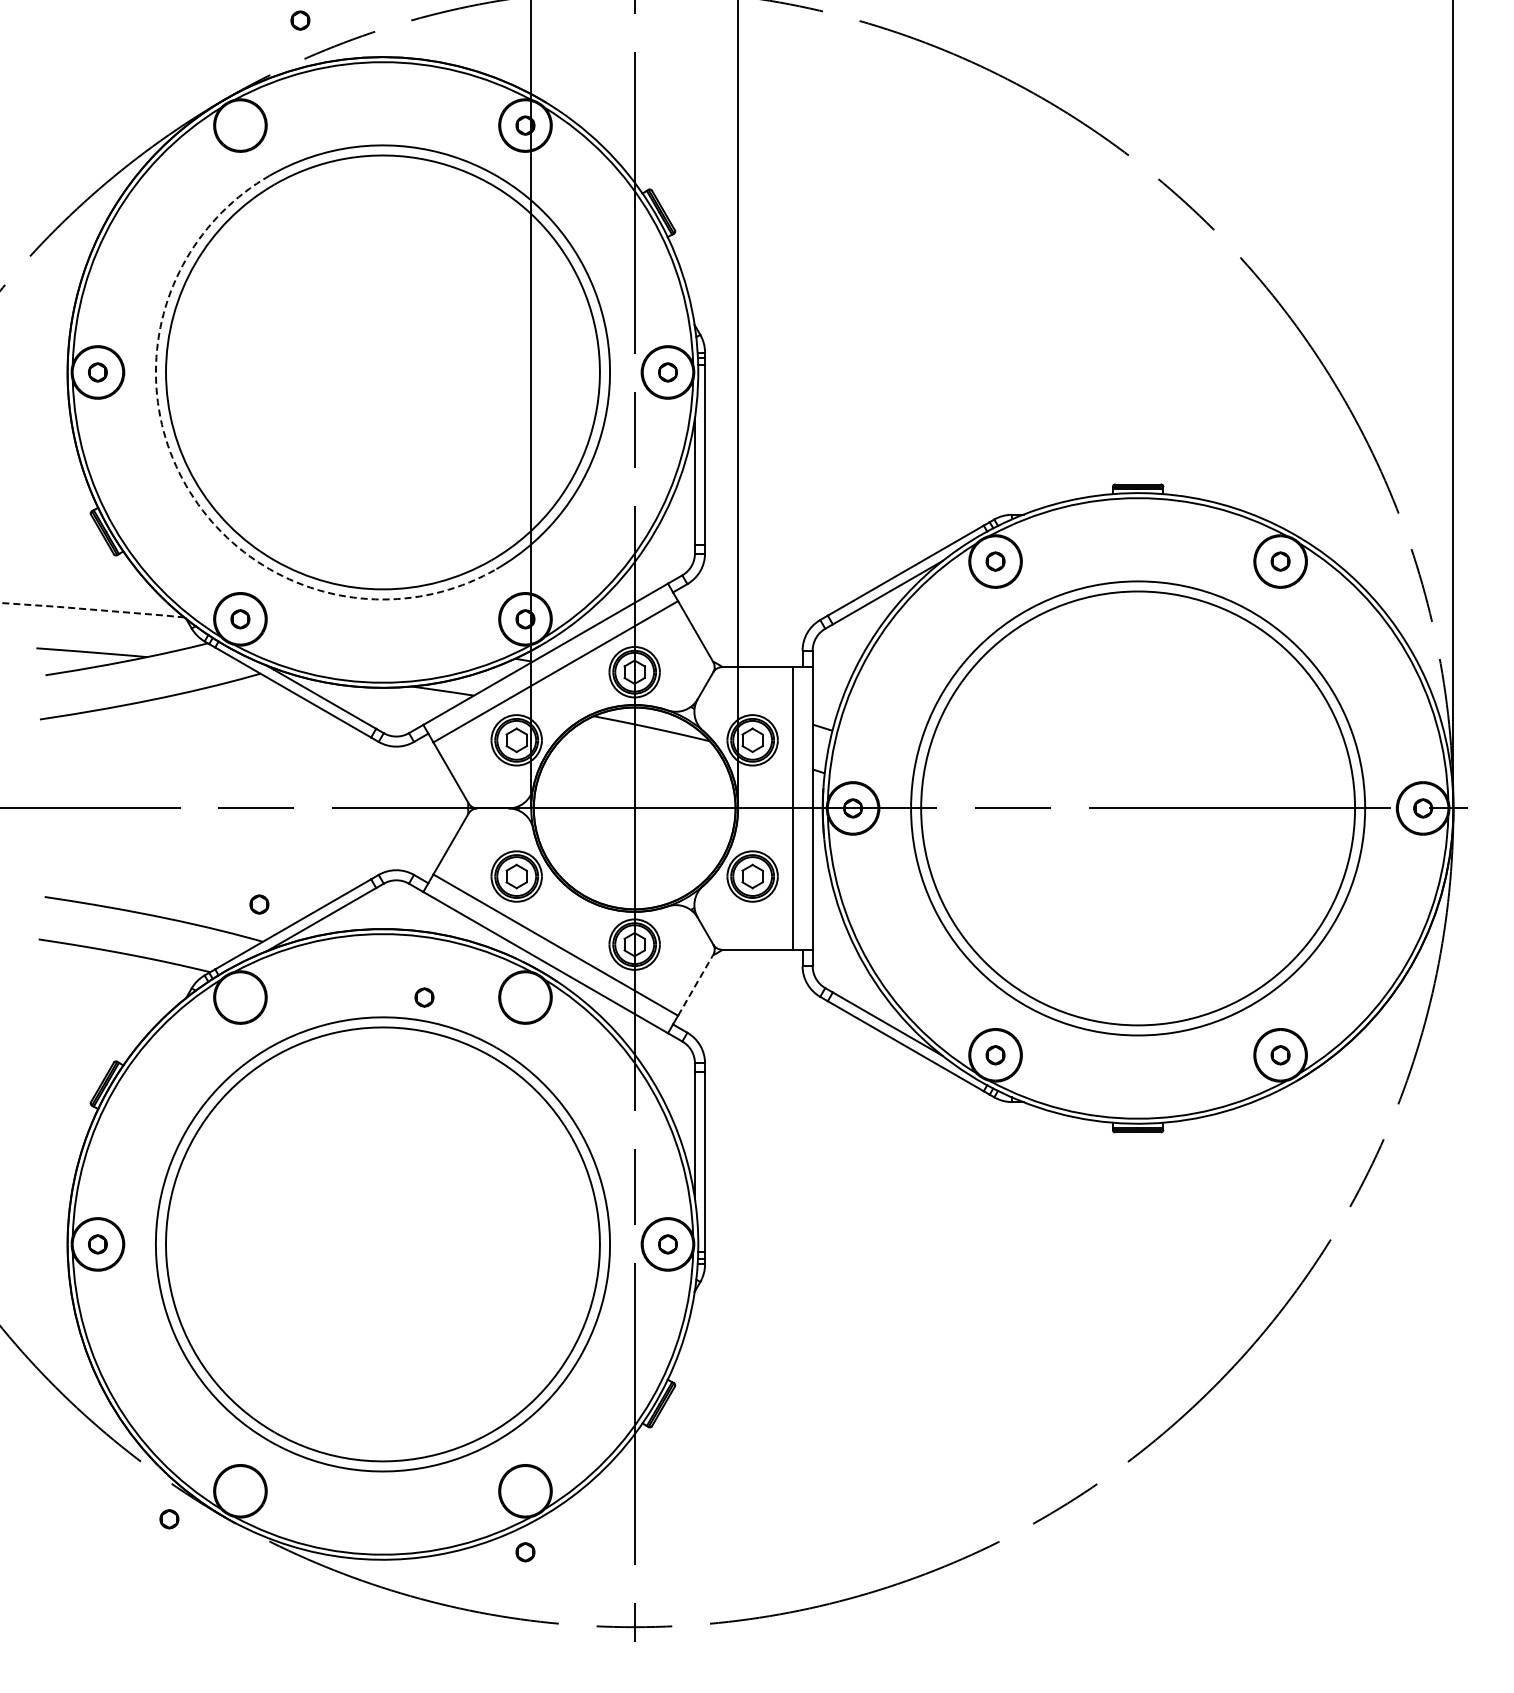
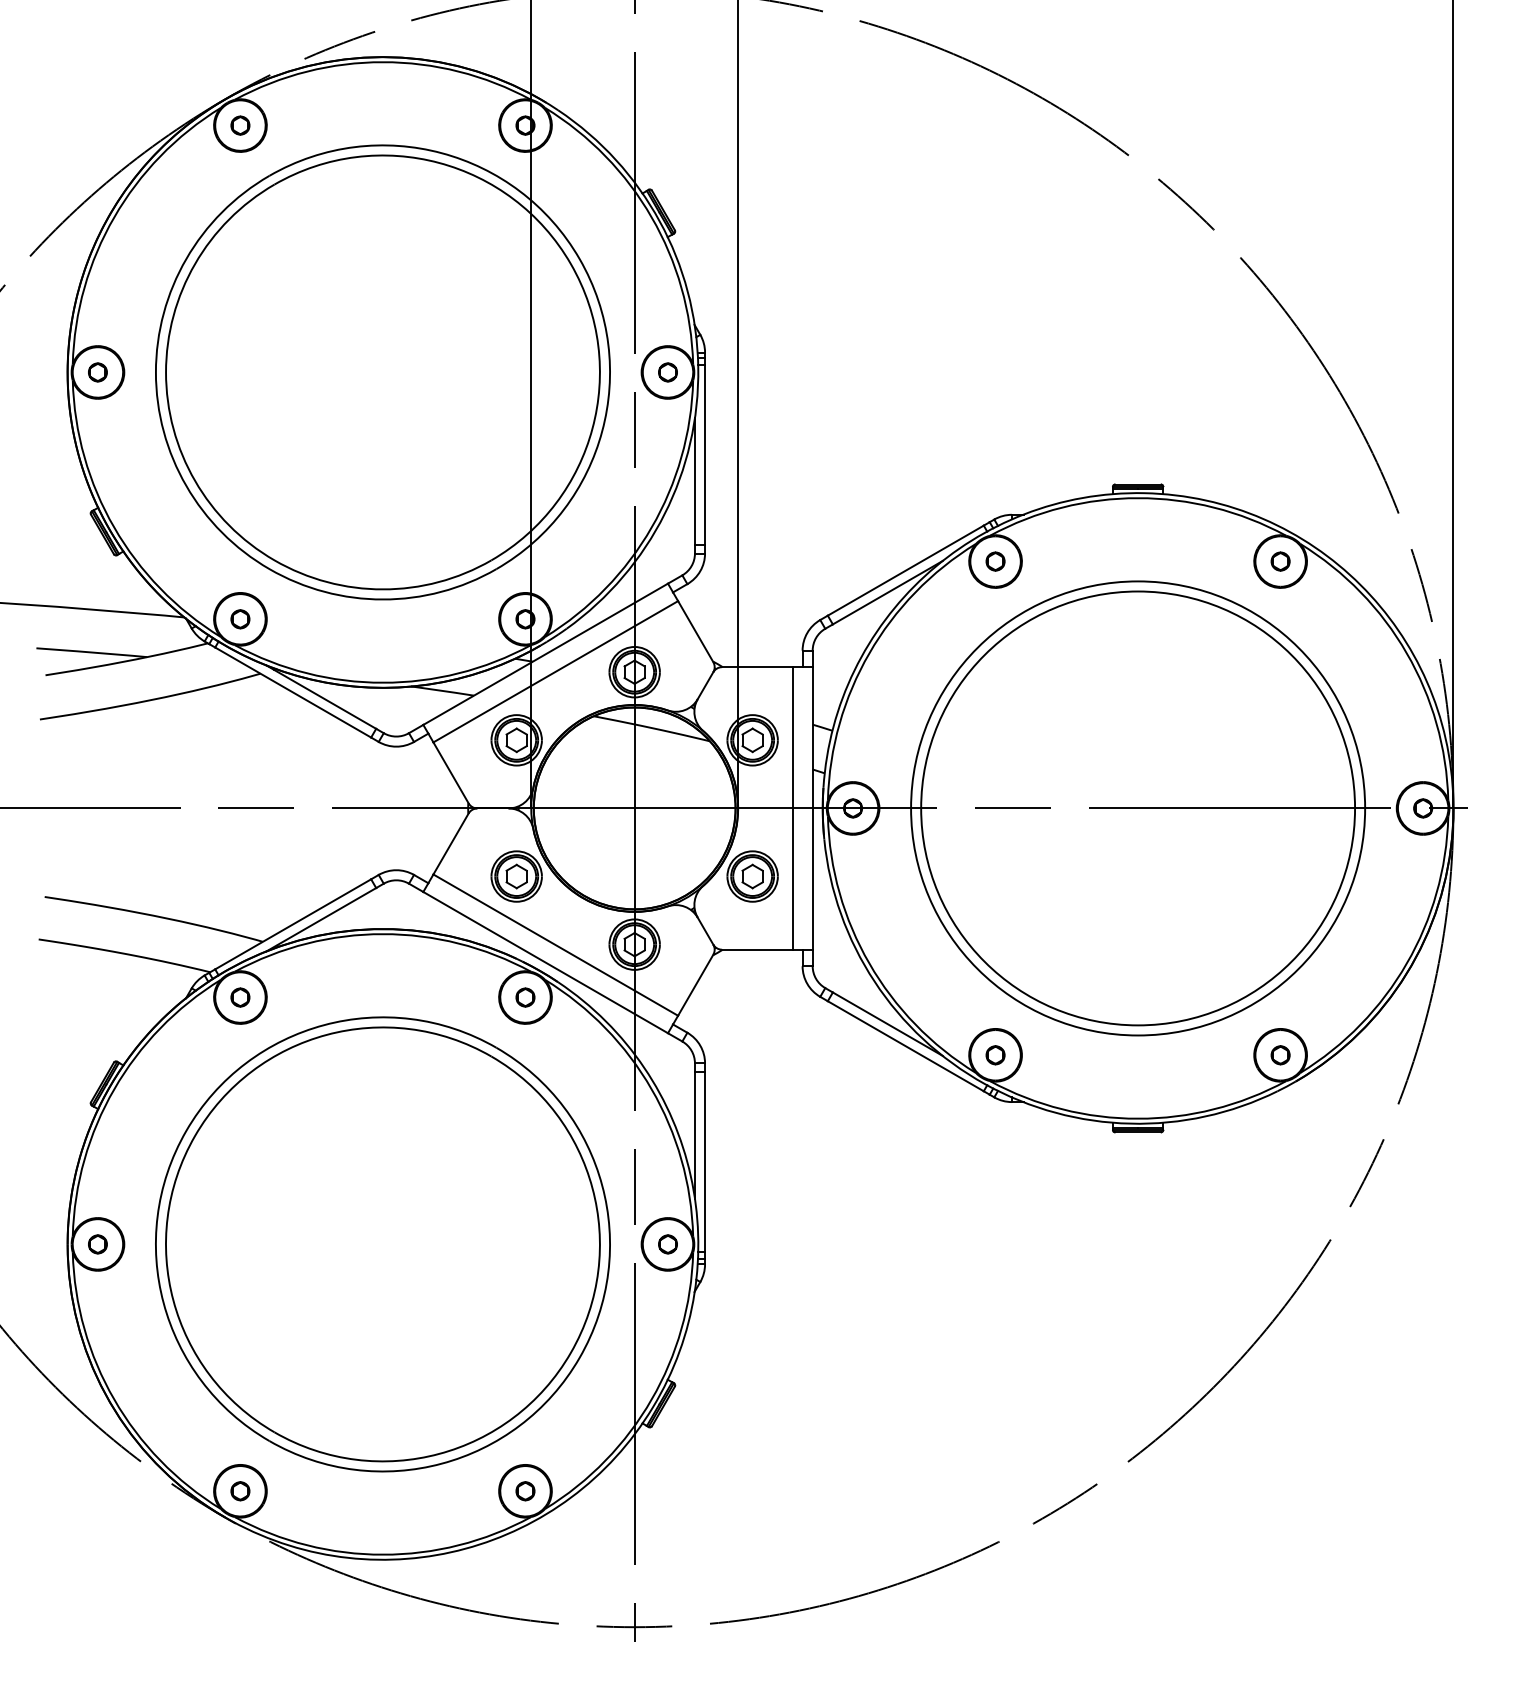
part at (300, 20) position: (300, 20) -> (240, 125)
arc at (186, 485): dashed -> solid
line at (92, 609): dashed -> solid
part at (259, 904) position: (259, 904) -> (240, 997)
line at (695, 984): dashed -> solid
part at (424, 997) position: (424, 997) -> (525, 997)
part at (169, 1519) position: (169, 1519) -> (240, 1491)
part at (525, 1552) position: (525, 1552) -> (525, 1491)
